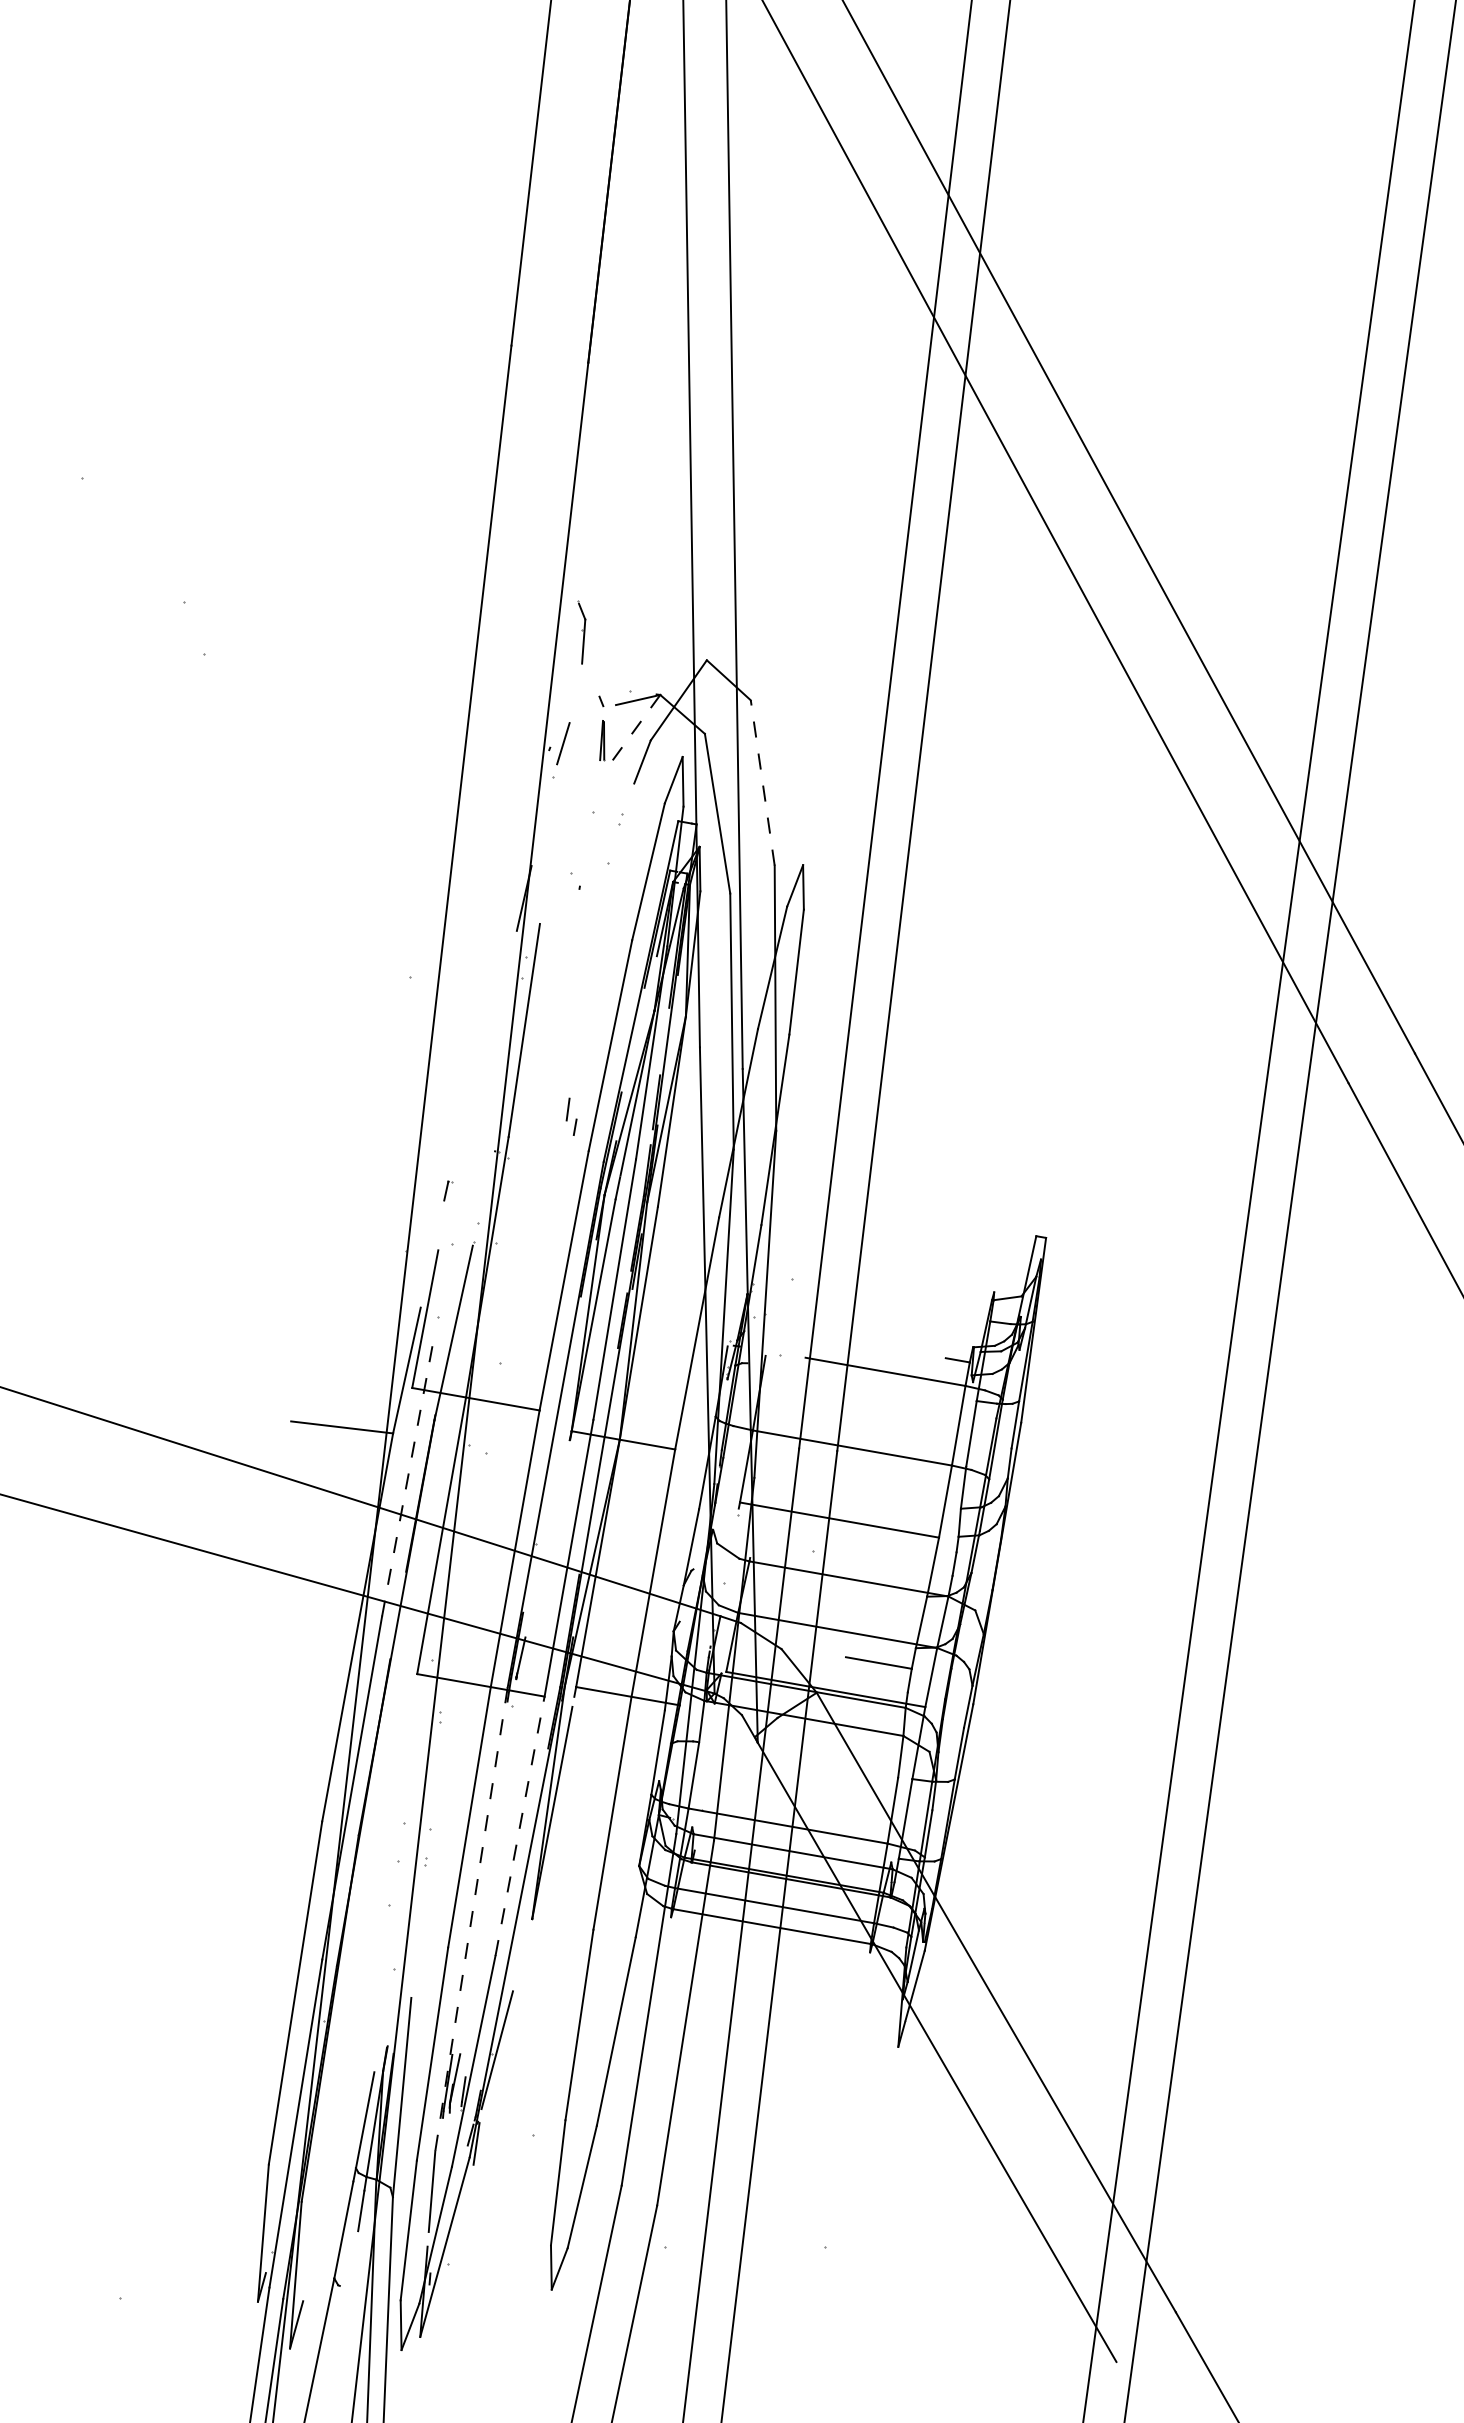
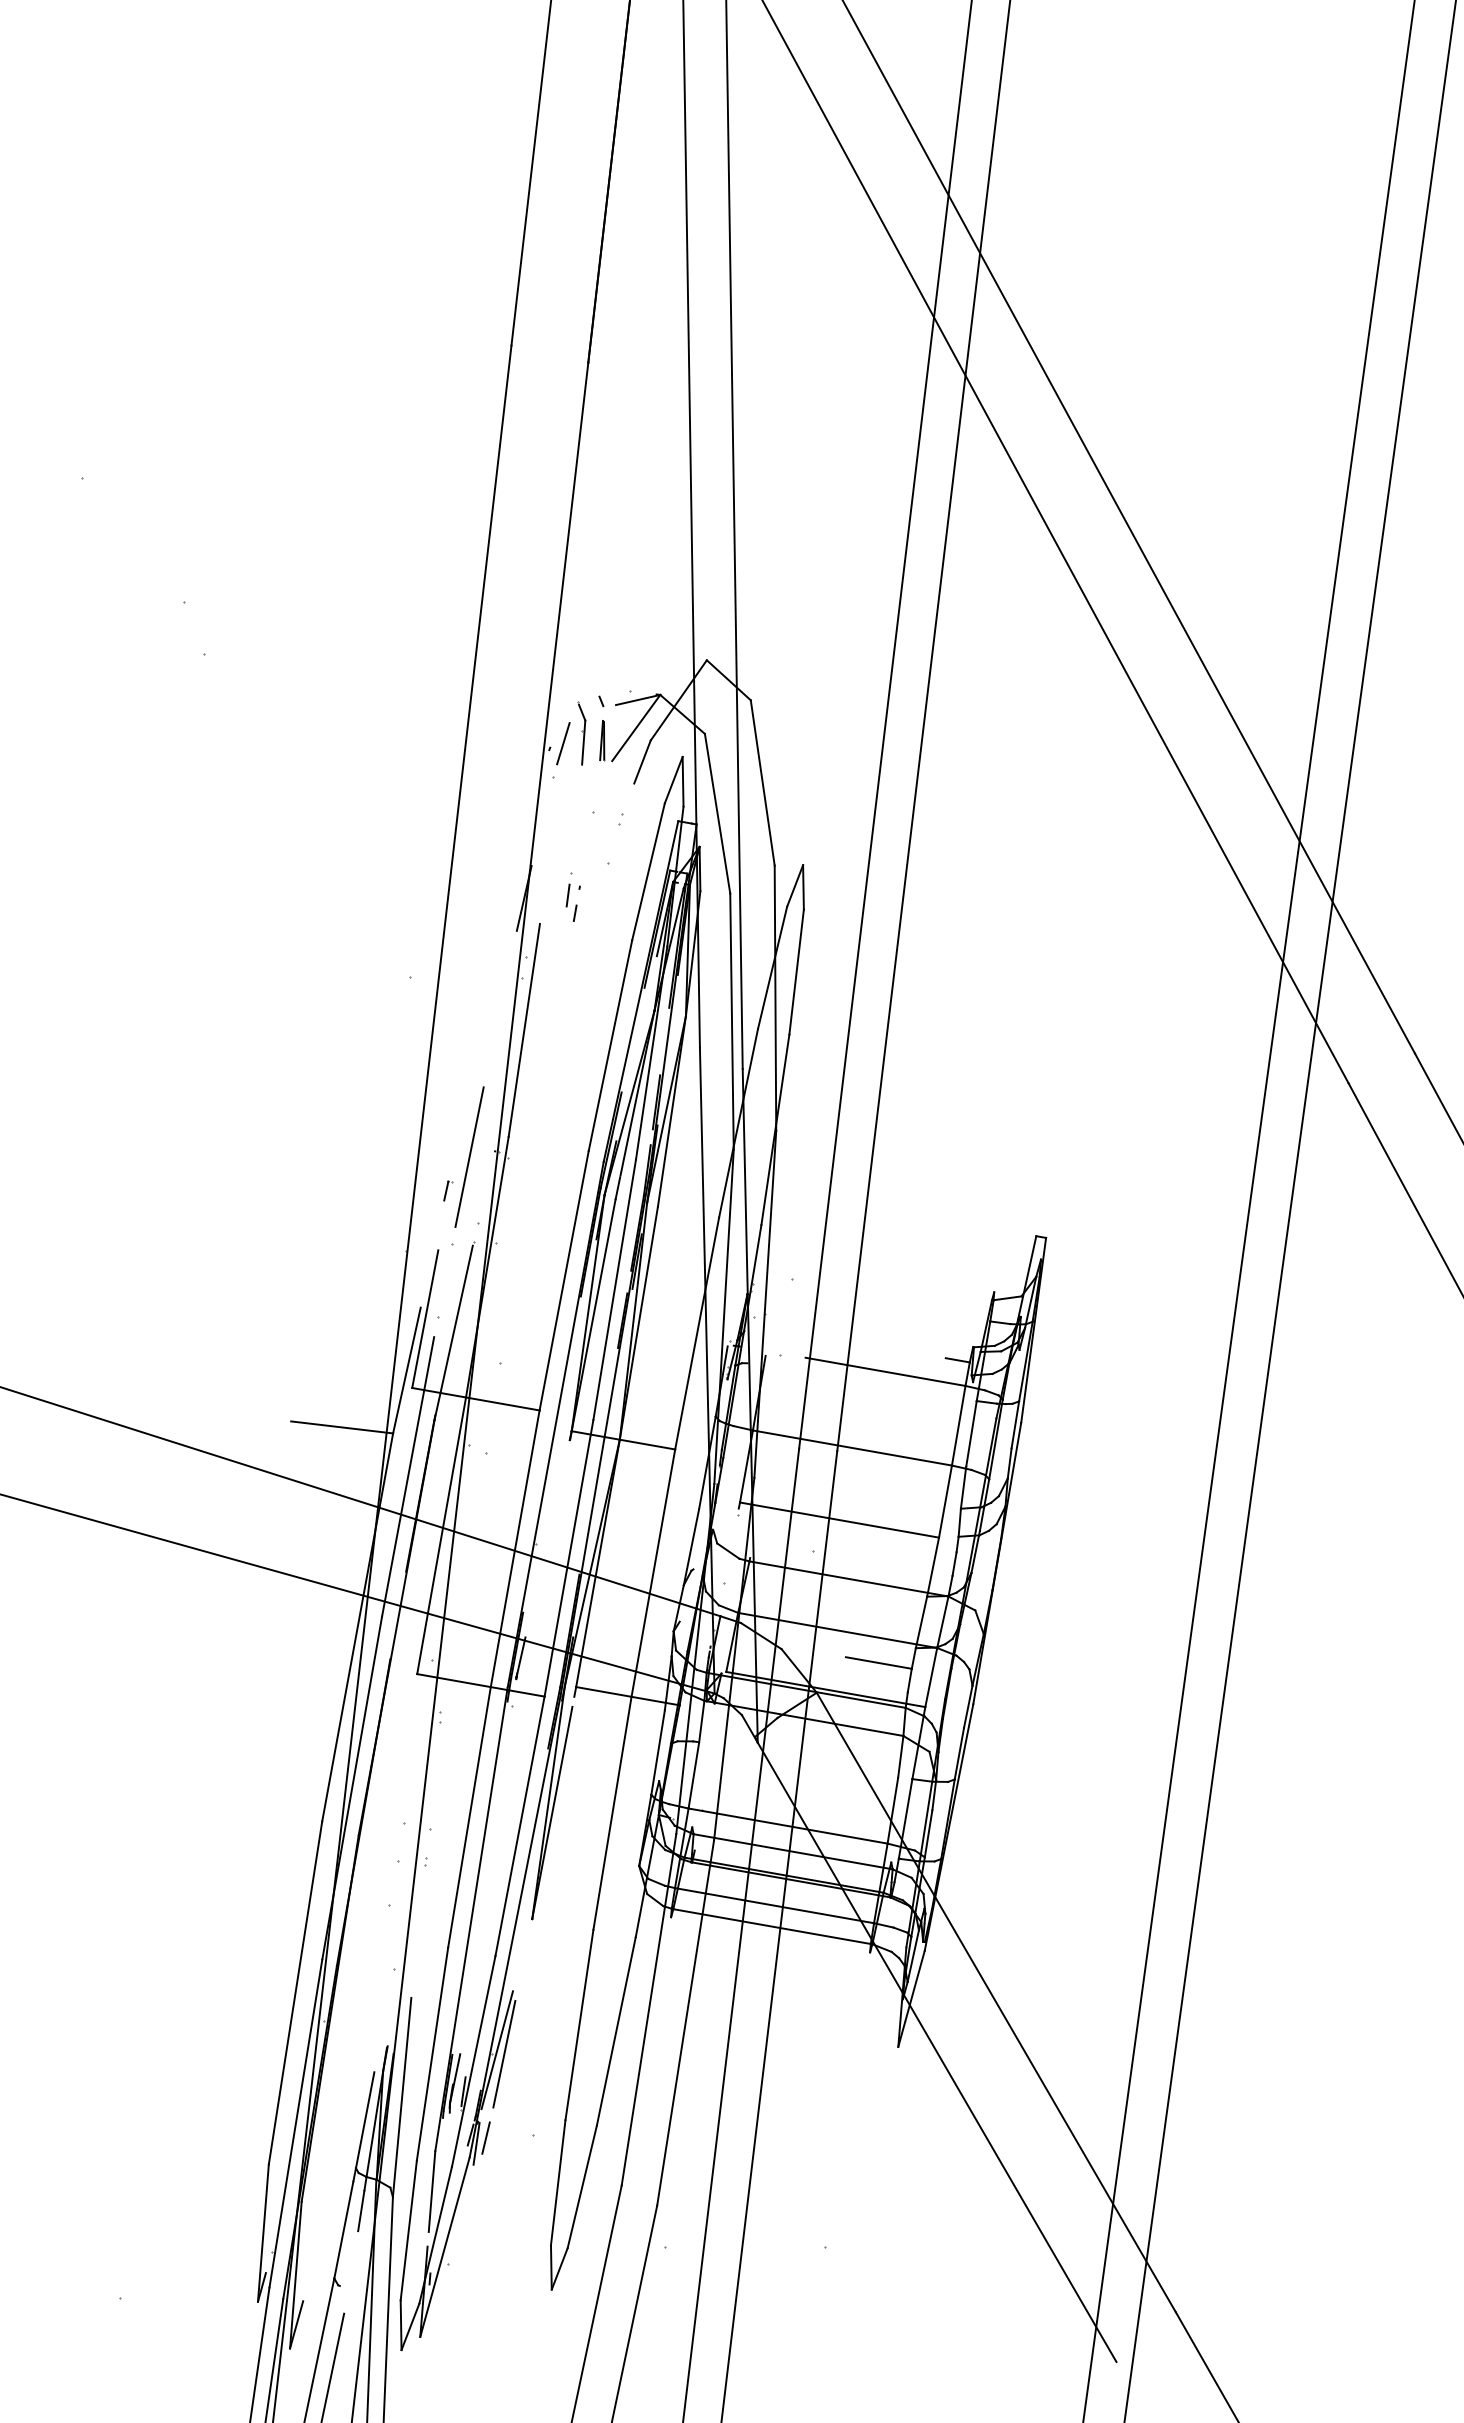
part at (581, 632) position: (581, 632) -> (581, 733)
line at (636, 728): dashed -> solid
line at (762, 782): dashed -> solid
part at (571, 1116) position: (571, 1116) -> (571, 902)
line at (469, 1156): none -> present
line at (408, 1476): dashed -> solid
line at (520, 1826): dashed -> solid
line at (471, 1919): dashed -> solid
line at (504, 2053): none -> present
line at (485, 2137): none -> present
line at (333, 2366): none -> present
